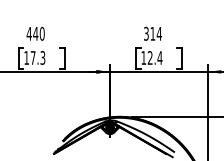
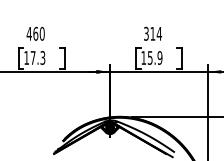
text at (35, 33): 440 -> 460
text at (154, 57): 12.4 -> 15.9
